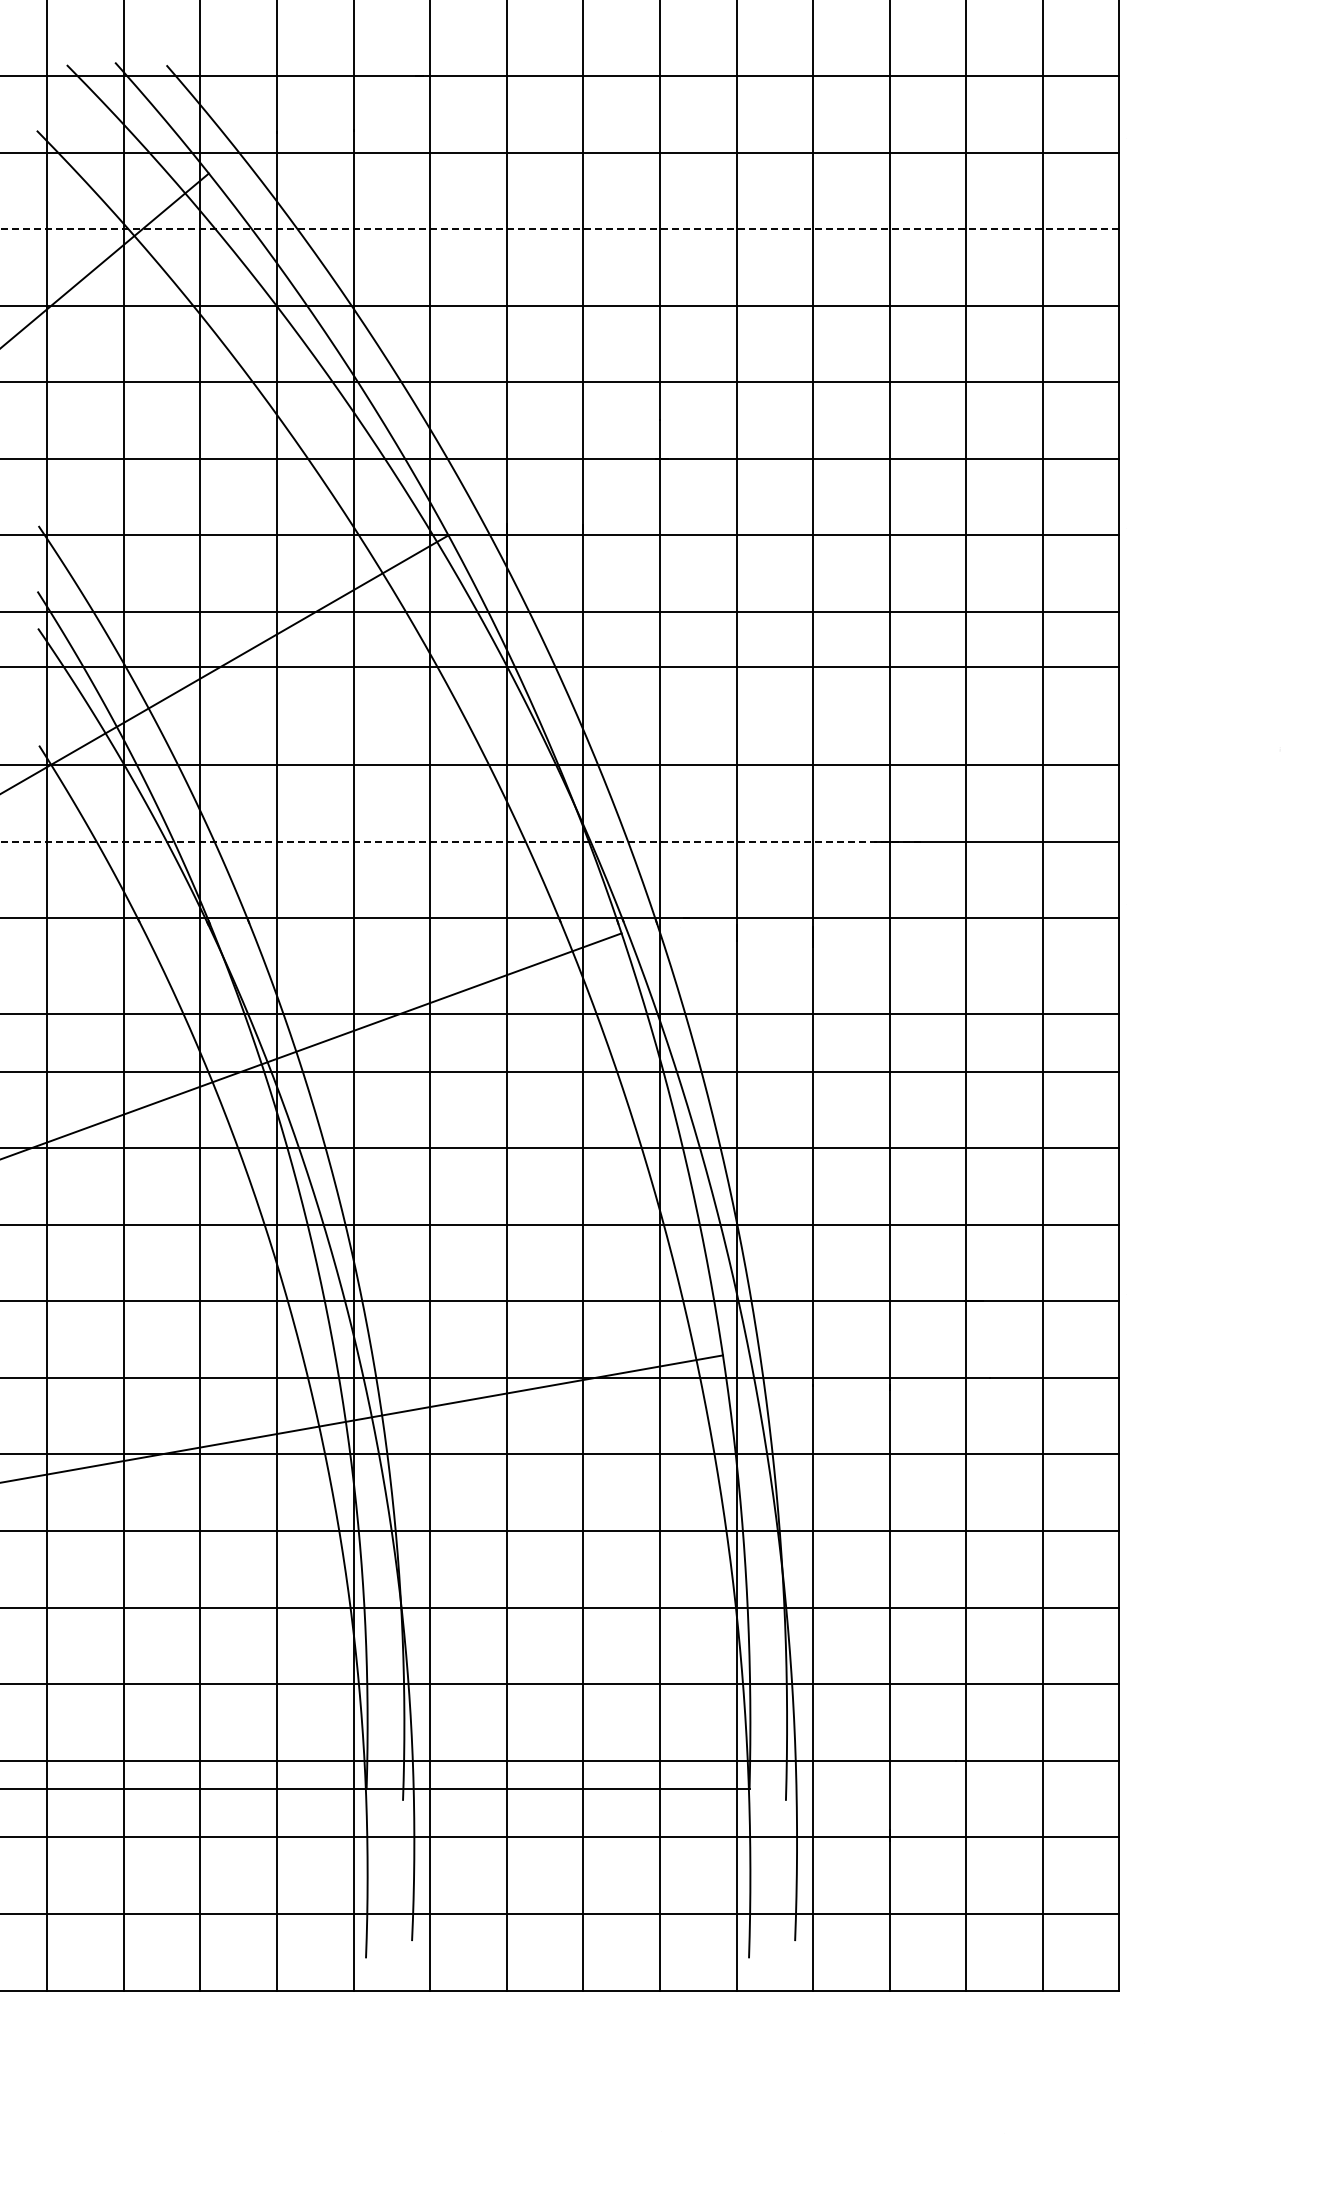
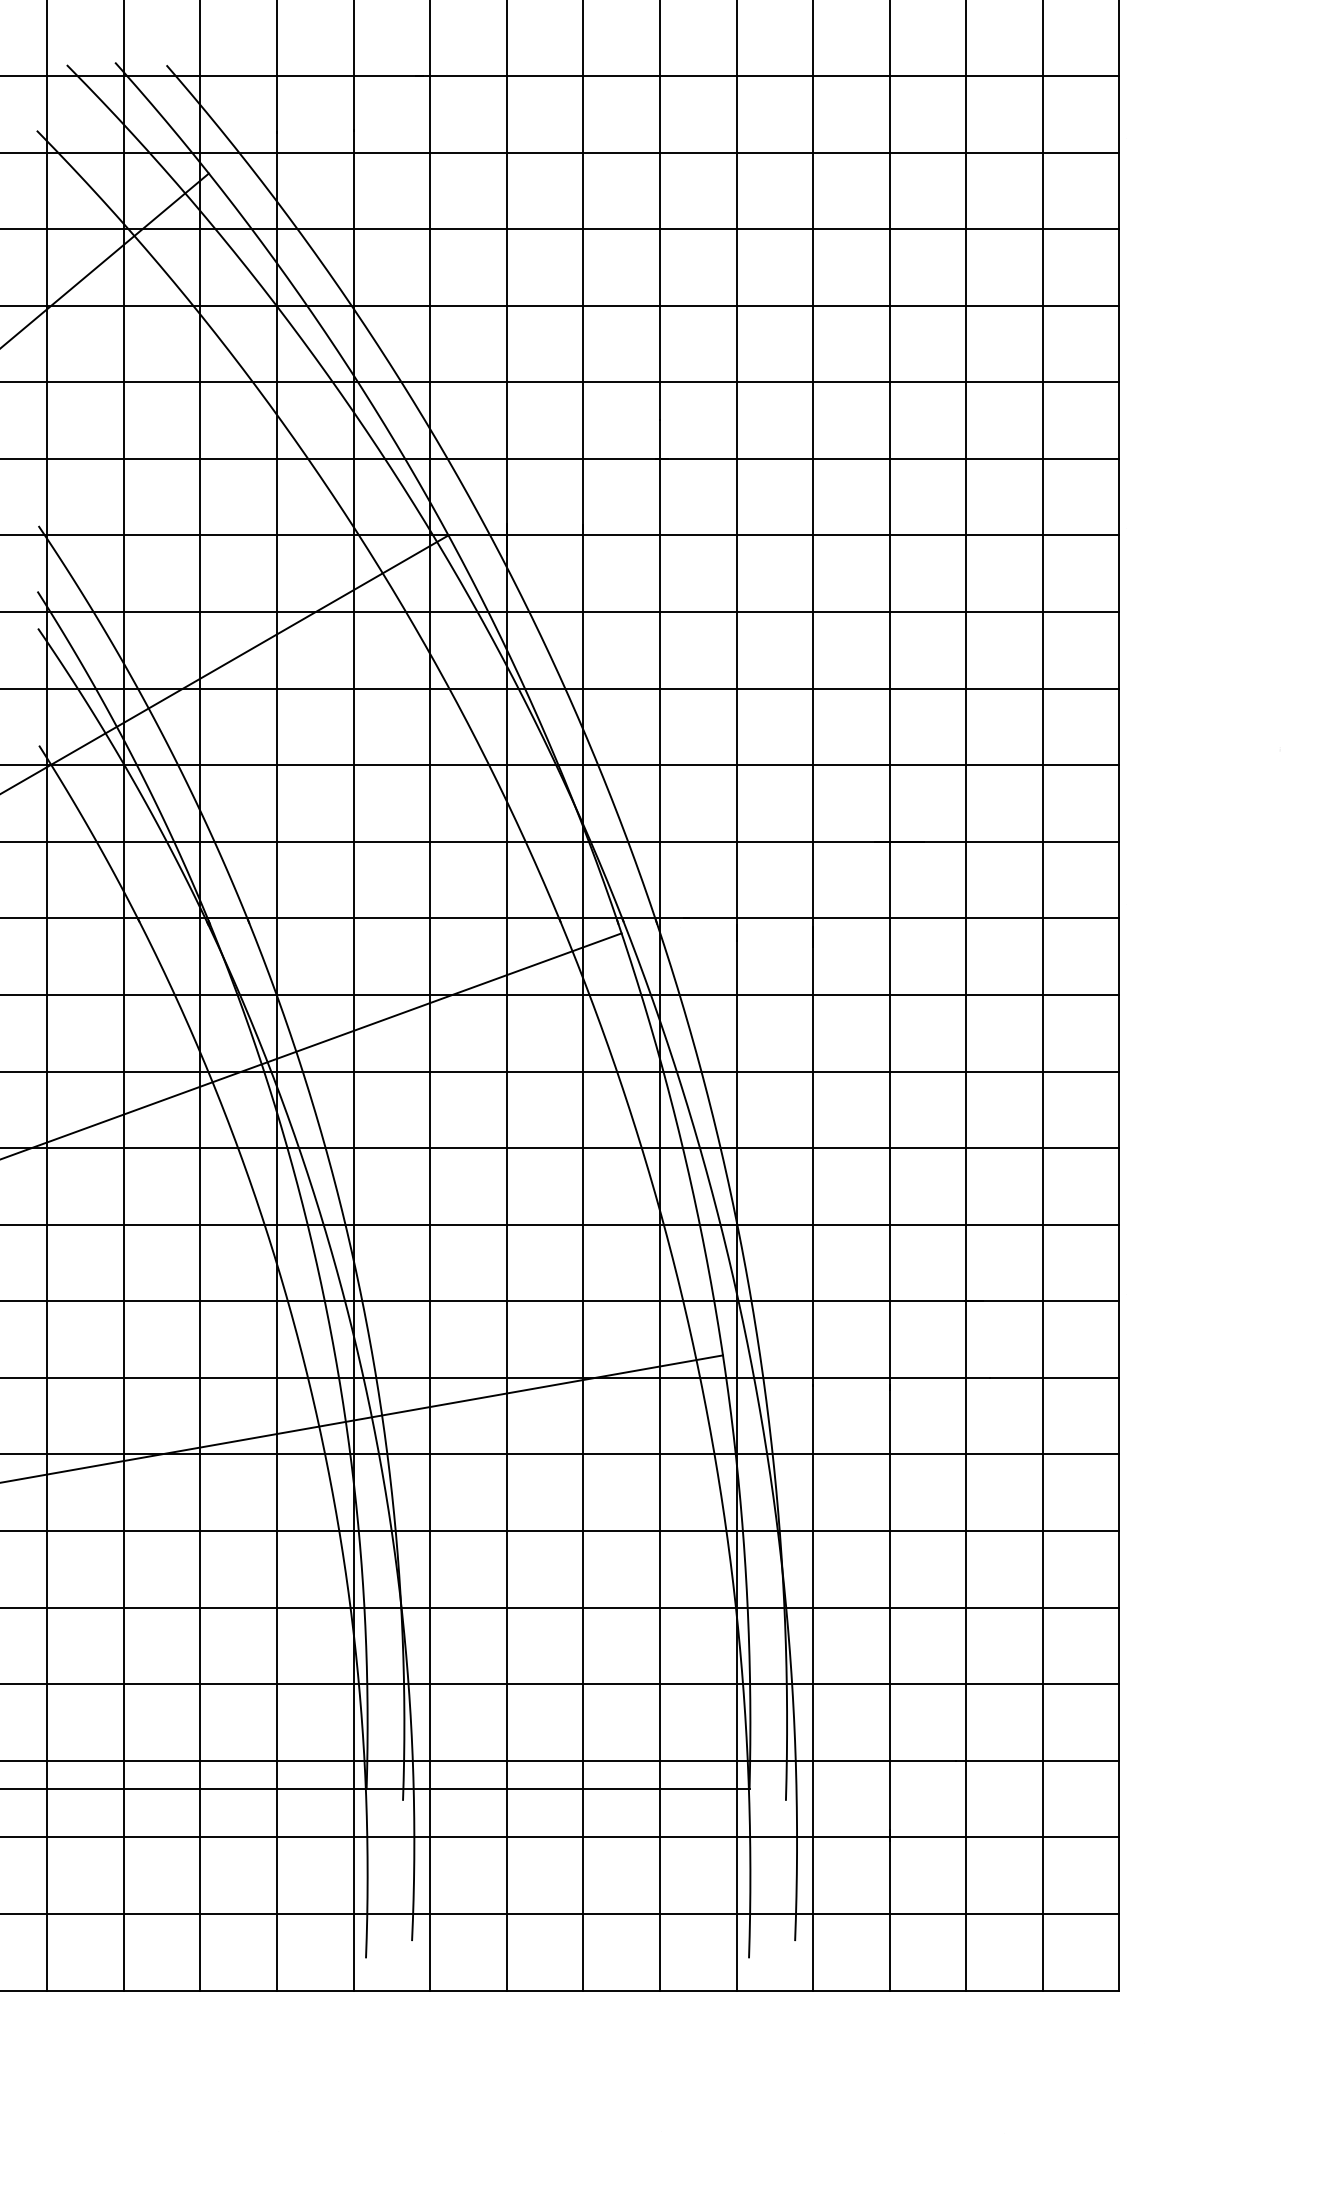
line at (560, 229): dashed -> solid
line at (560, 666) position: (560, 666) -> (560, 688)
line at (462, 841): dashed -> solid
line at (560, 1013) position: (560, 1013) -> (560, 994)
